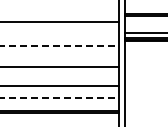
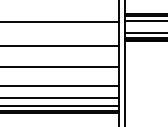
line at (144, 20): none -> present
line at (59, 45): dashed -> solid
line at (59, 97): dashed -> solid
line at (60, 106): none -> present
